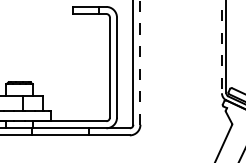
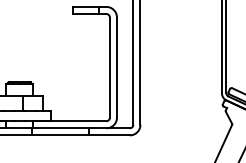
line at (221, 47): dashed -> solid
line at (140, 61): dashed -> solid
